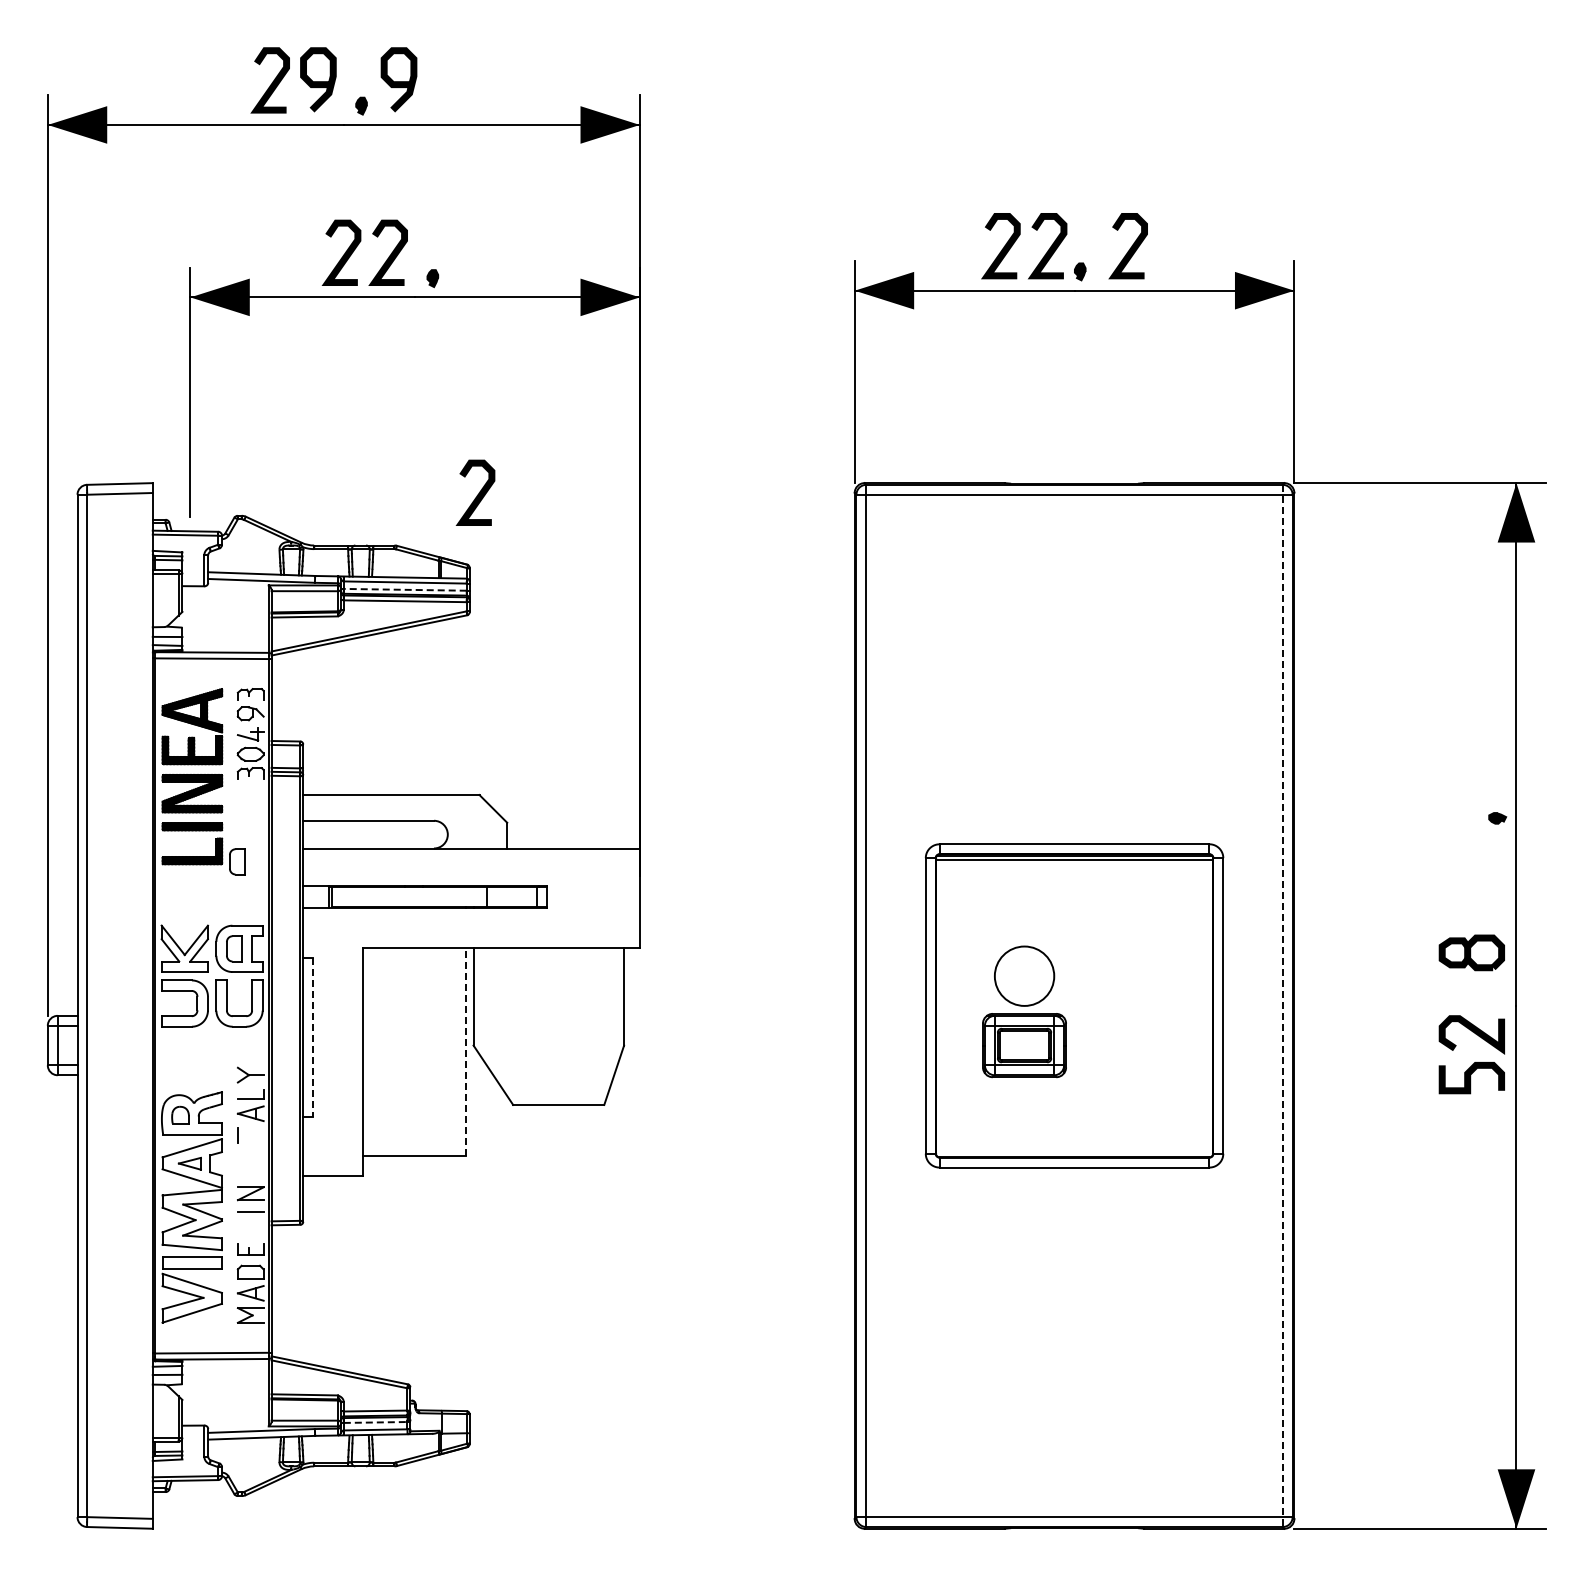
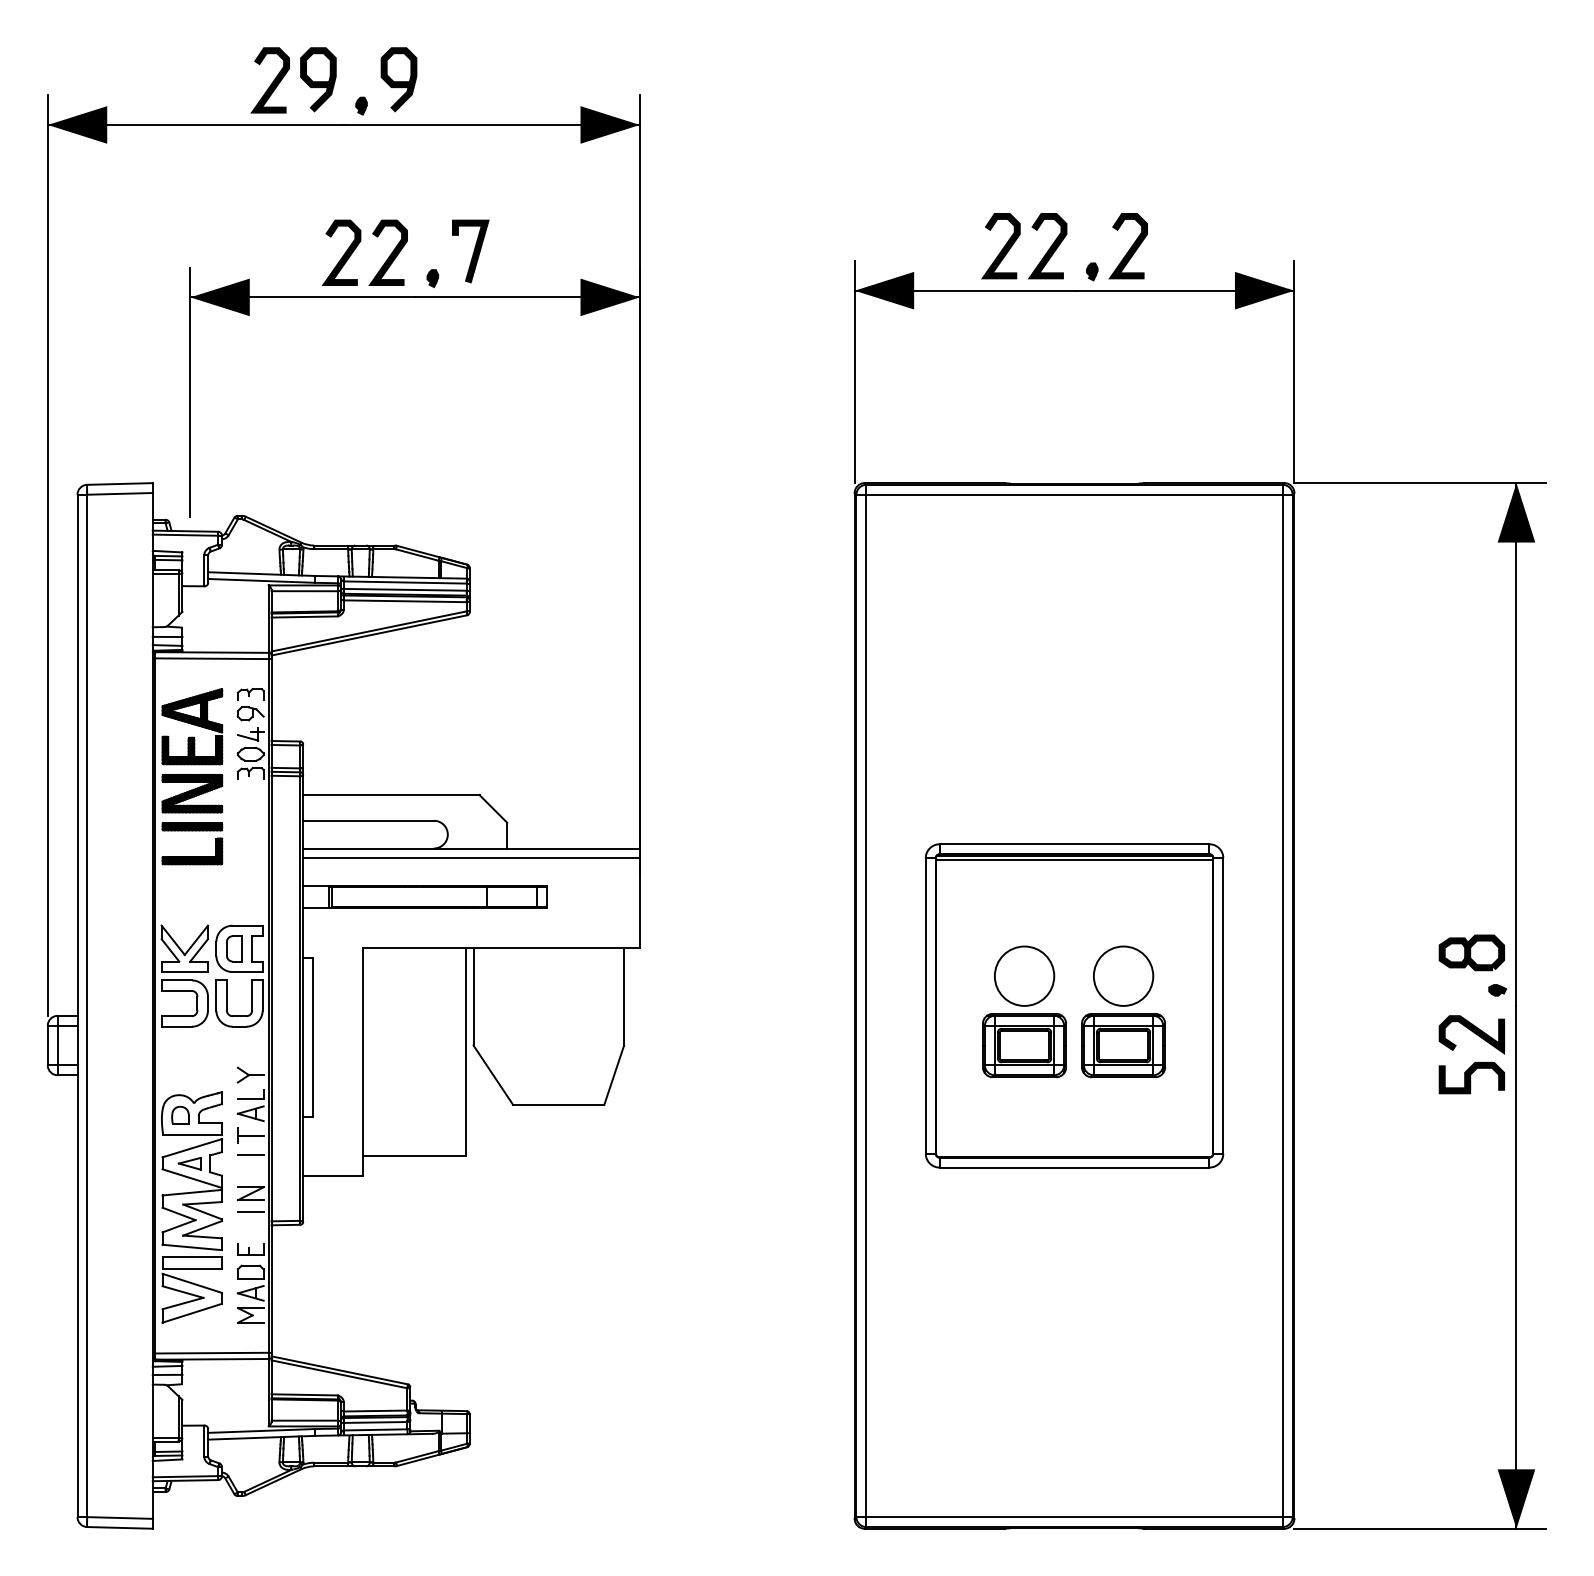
line at (473, 251): none -> present
part at (1080, 271) position: (1080, 271) -> (1092, 271)
curve at (477, 494): present -> none
line at (404, 589): dashed -> solid
part at (1497, 818) position: (1497, 818) -> (1497, 990)
line at (471, 858): none -> present
part at (237, 861): present -> none
line at (1282, 1006): dashed -> solid
part at (1123, 1011): none -> present
line at (313, 1038): dashed -> solid
line at (465, 1051): dashed -> solid
line at (250, 1135): none -> present
line at (250, 1154): none -> present
line at (375, 1422): dashed -> solid
